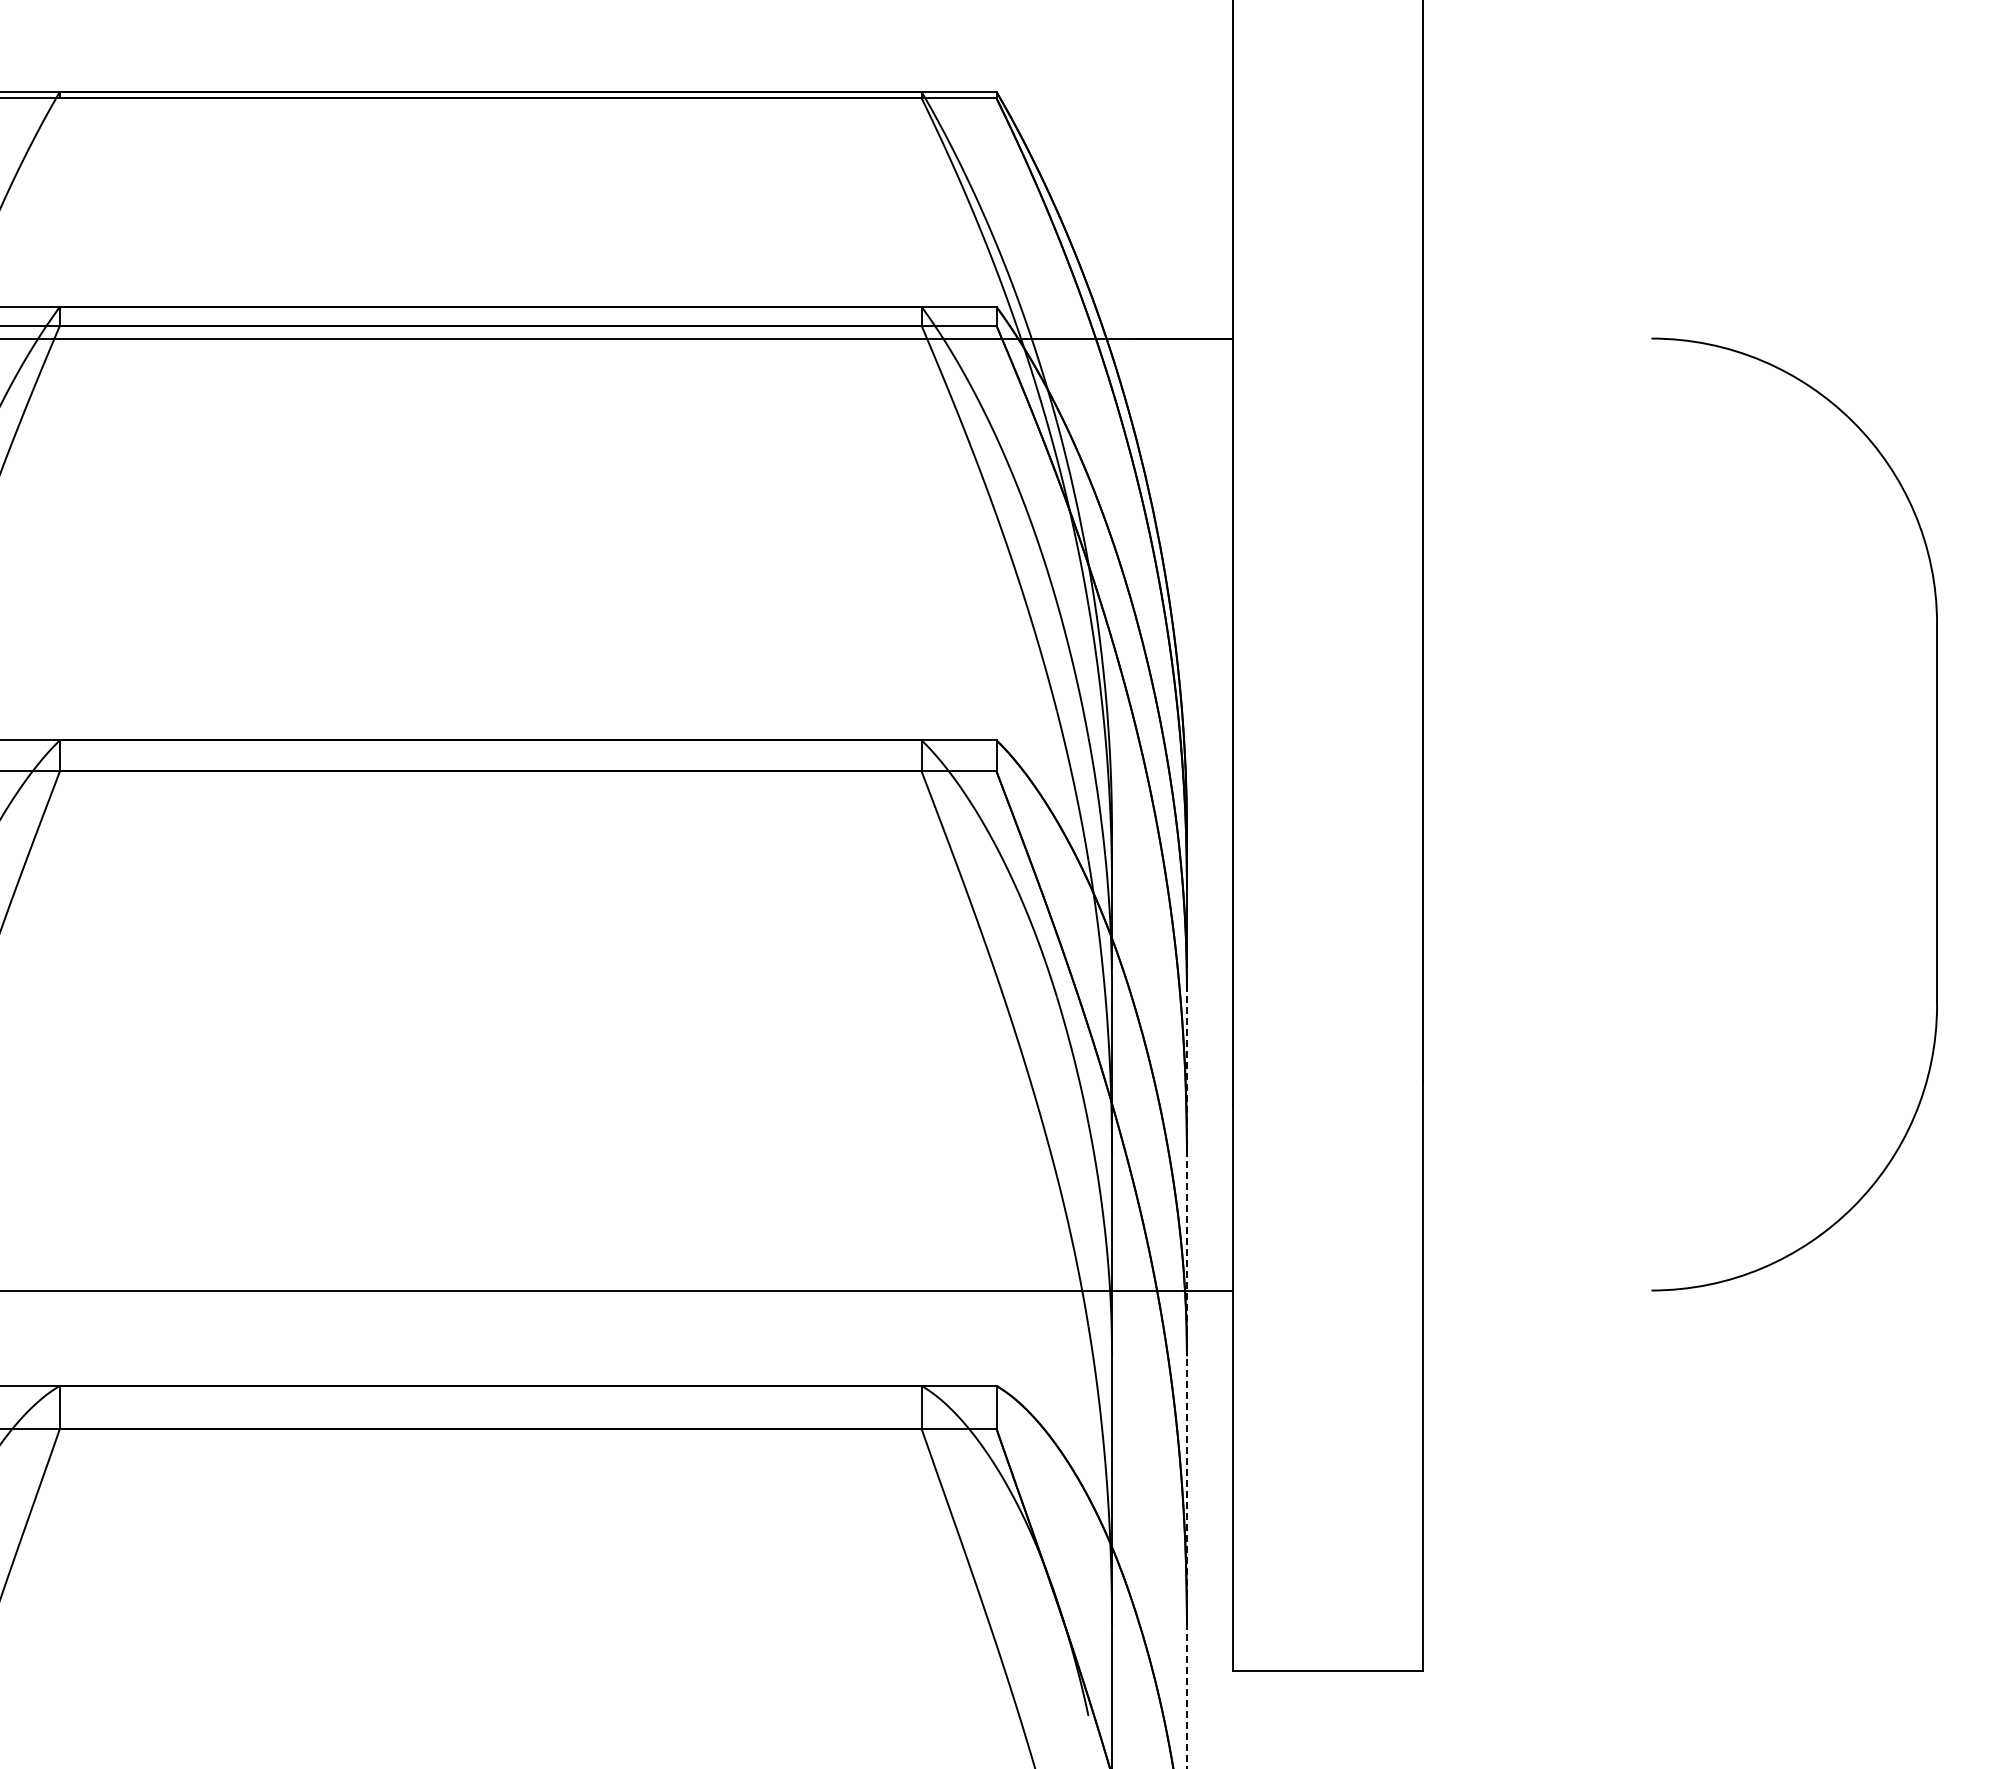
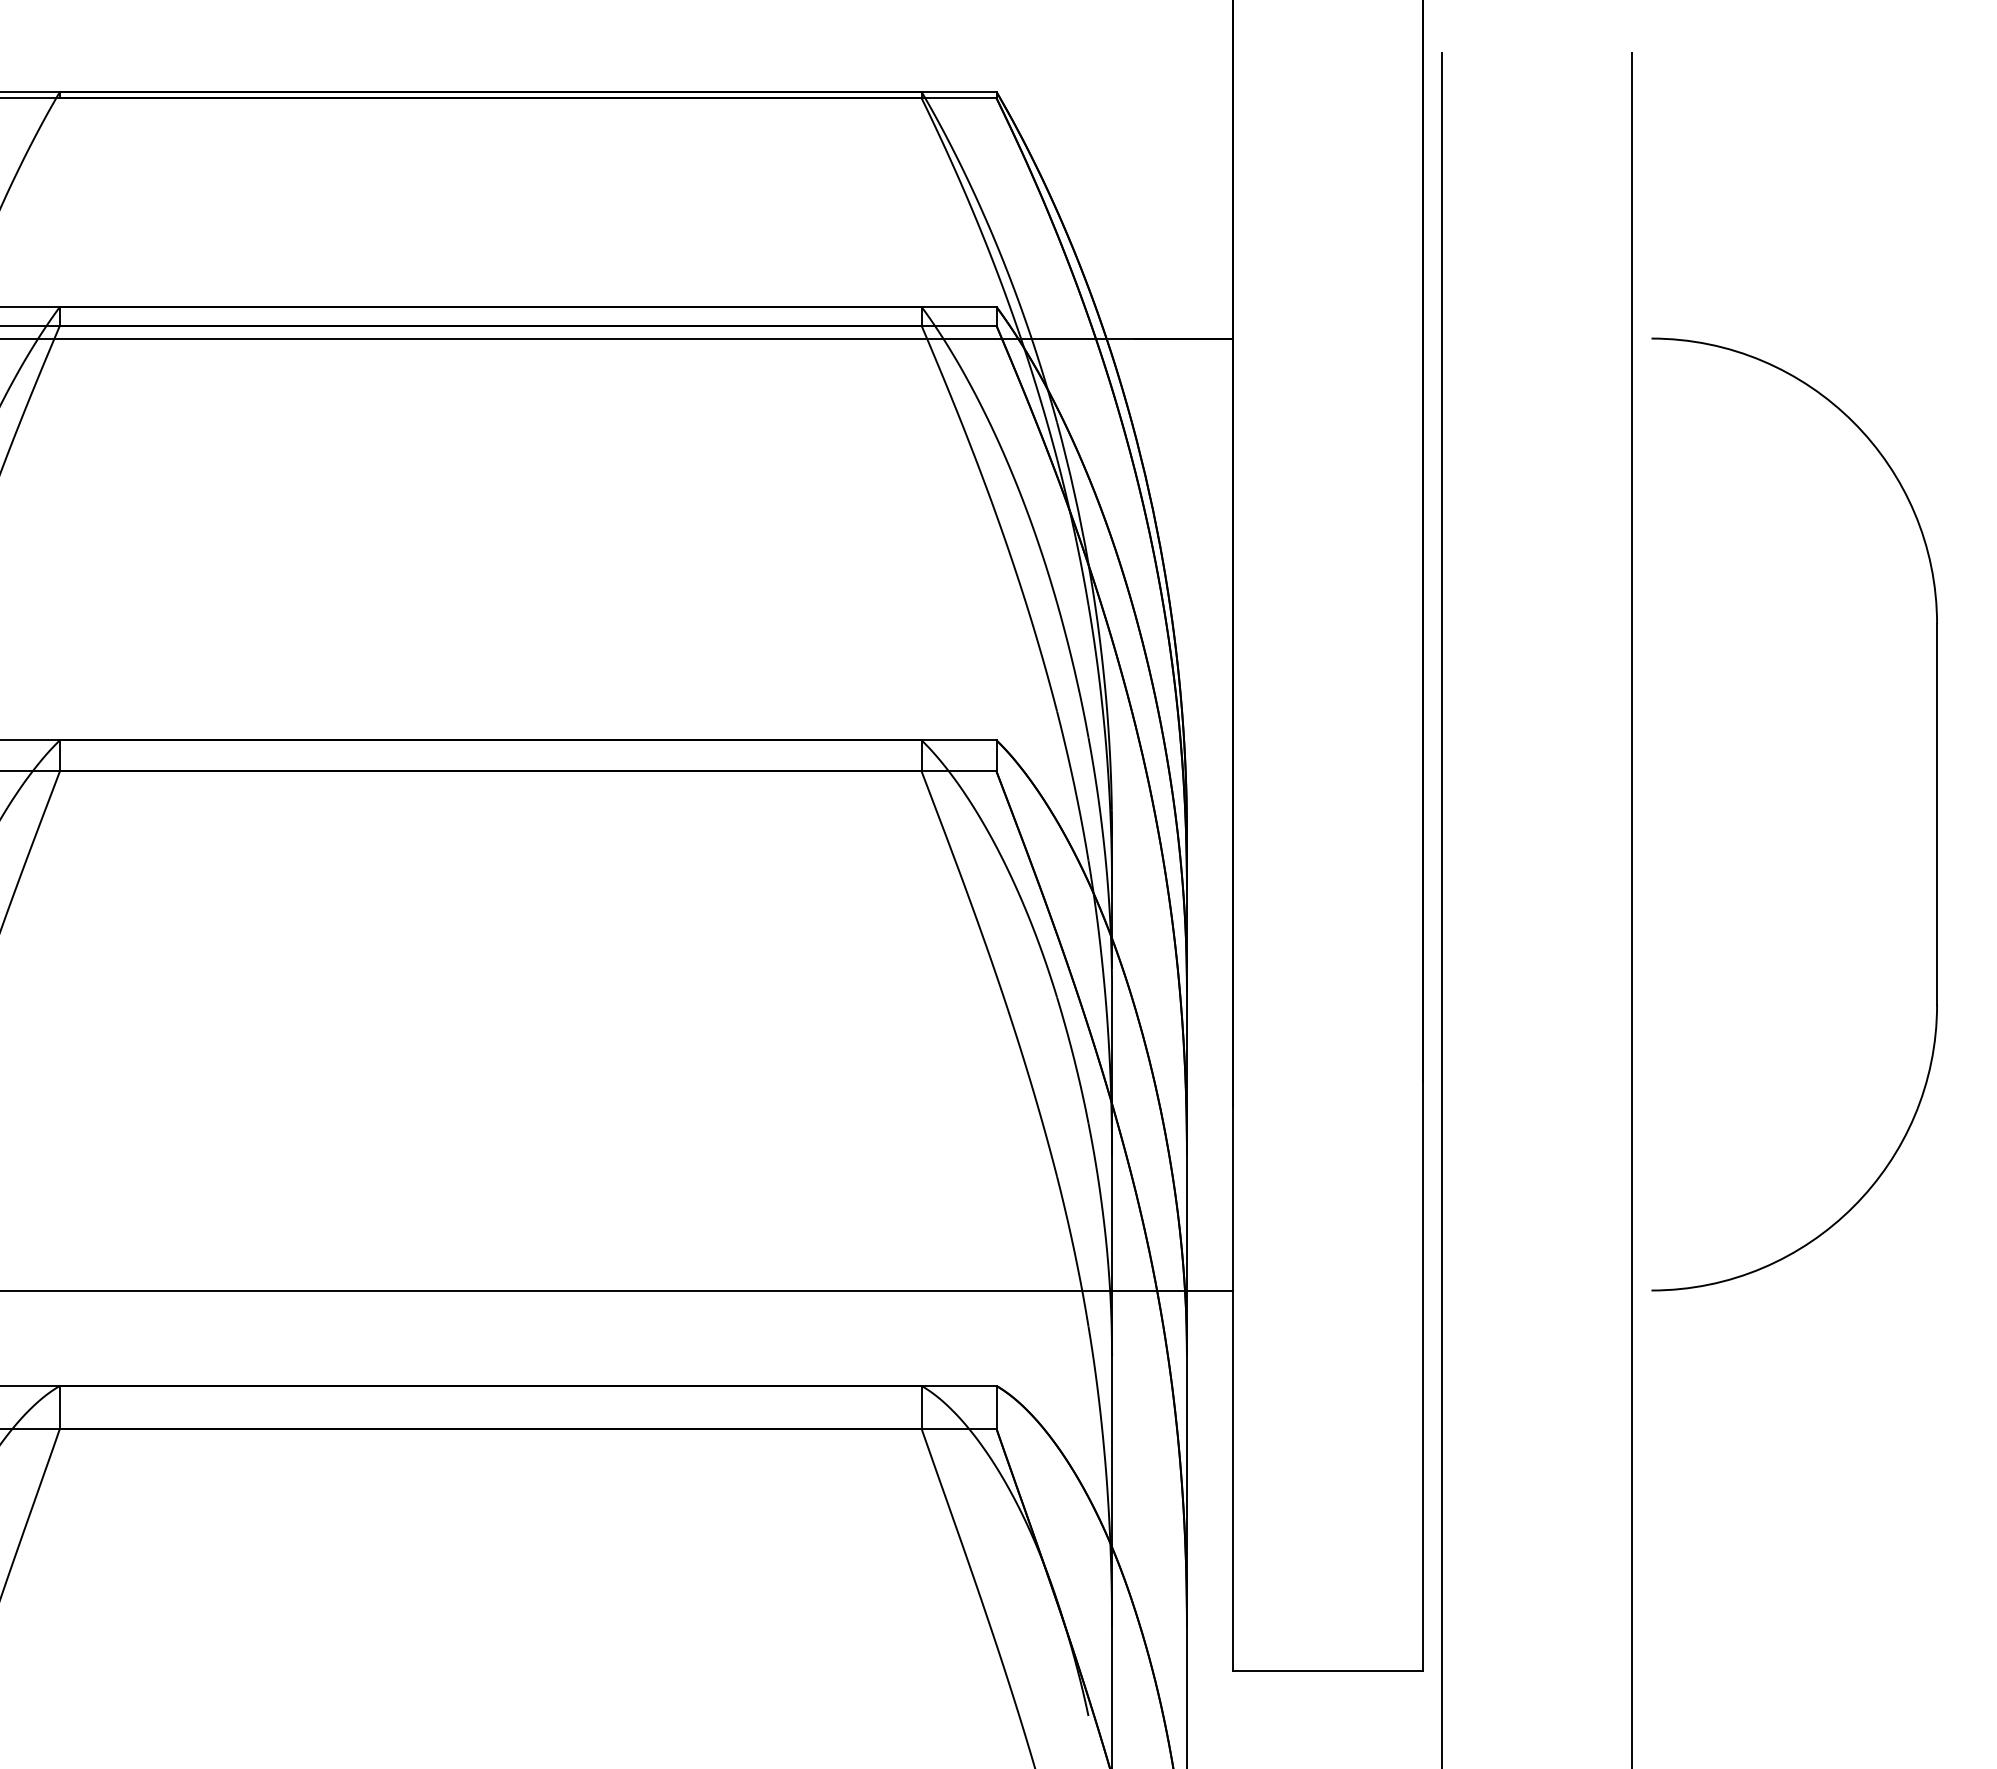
line at (1442, 909): none -> present
line at (1632, 909): none -> present
line at (1186, 1379): dashed -> solid
